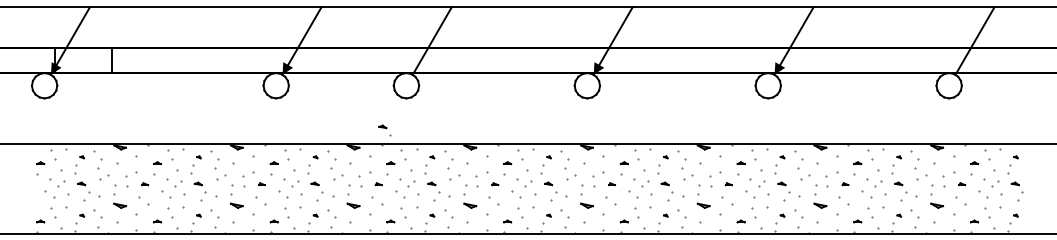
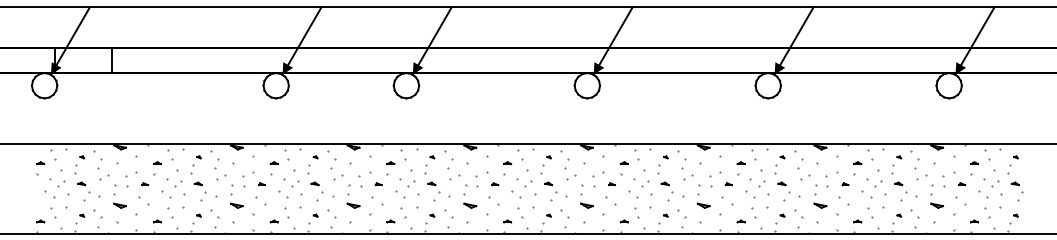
fill at (417, 68): none -> present
fill at (960, 68): none -> present
part at (384, 130): present -> none
